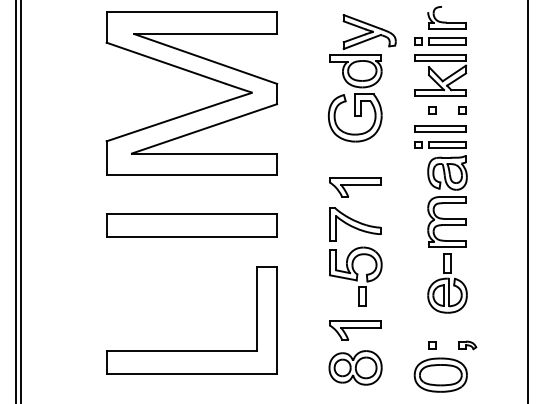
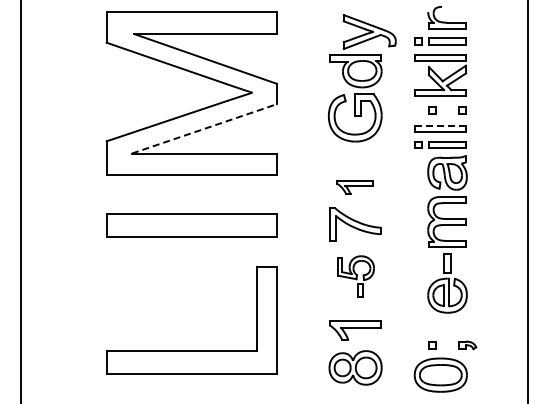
line at (440, 125): solid -> dashed
line at (204, 128): solid -> dashed
part at (355, 187) size: 53x21 px -> 38x15 px
line at (16, 201): present -> none
part at (355, 276) size: 54x61 px -> 38x43 px
